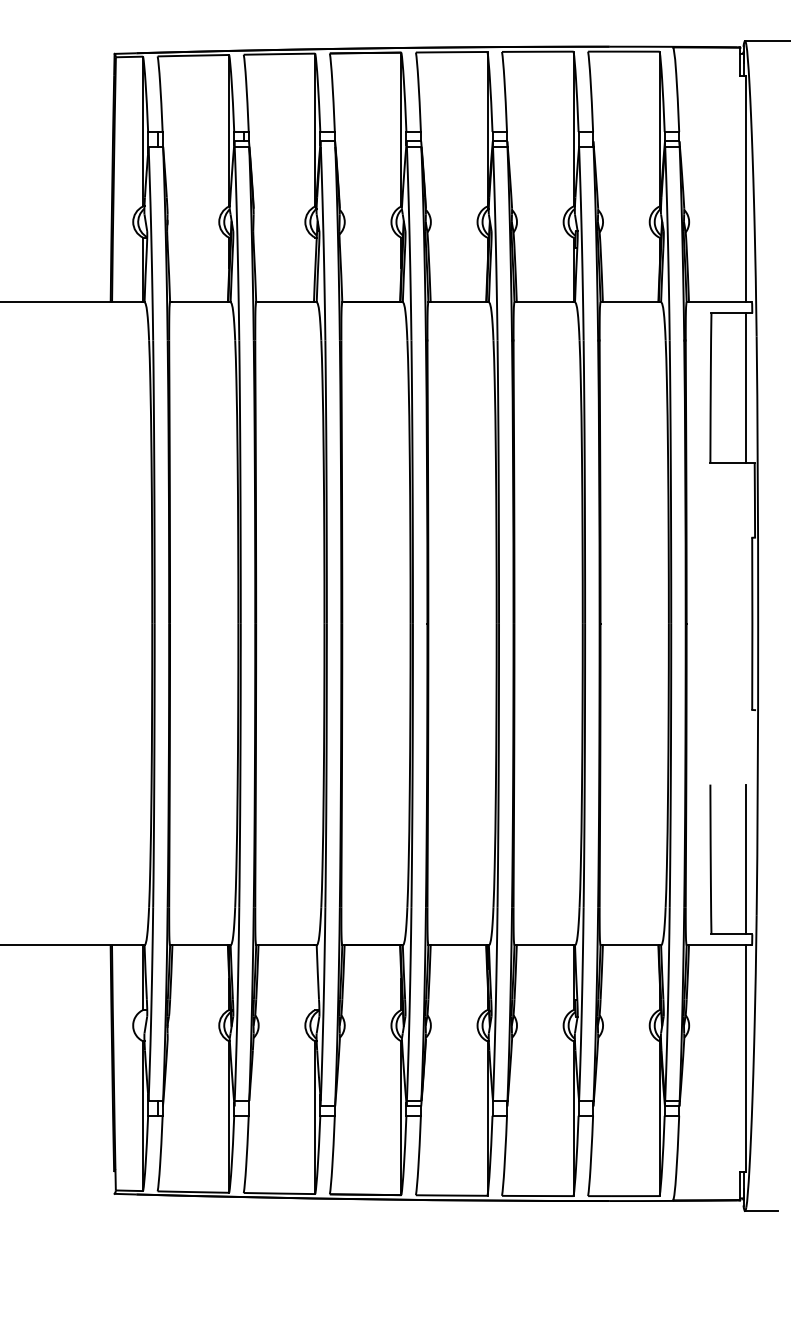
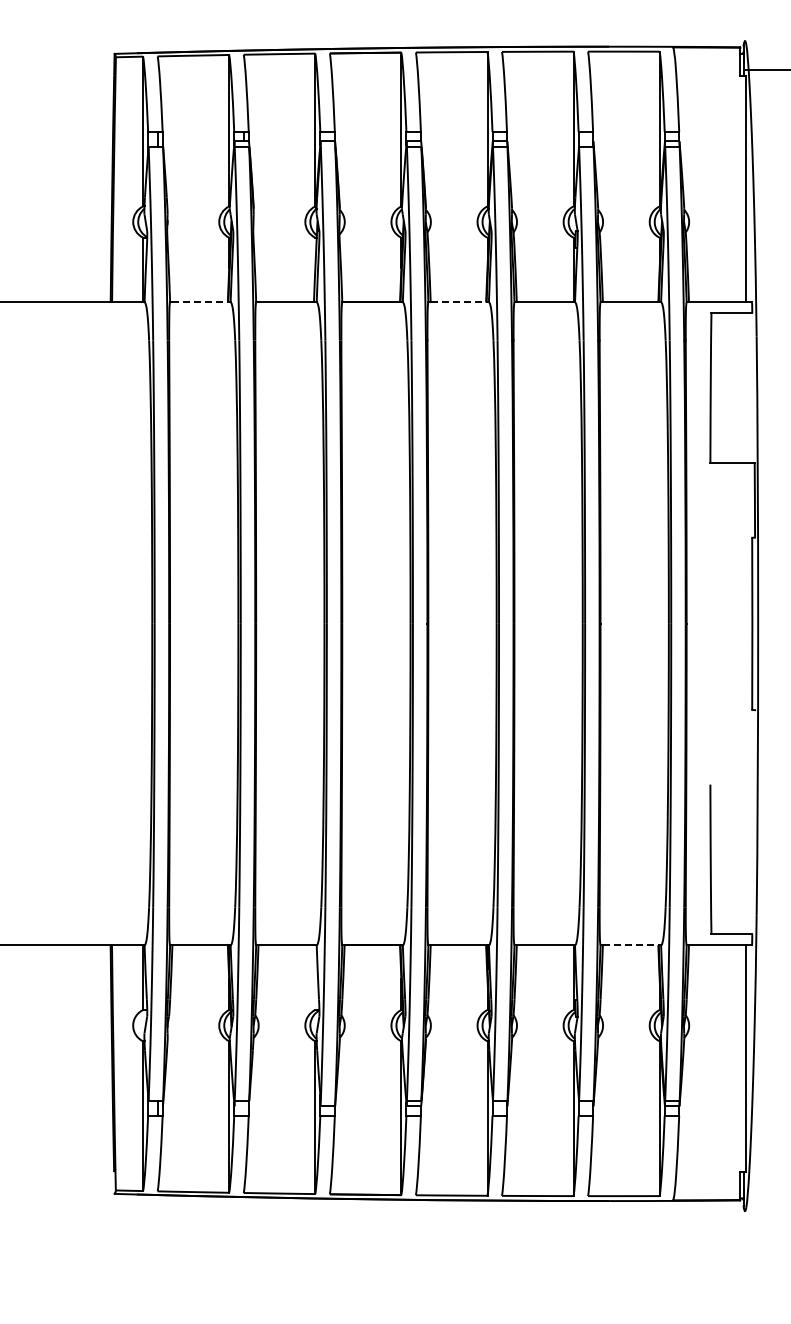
line at (766, 41) position: (766, 41) -> (766, 70)
line at (200, 302): solid -> dashed
line at (458, 302): solid -> dashed
line at (745, 388): present -> none
line at (745, 859): present -> none
line at (630, 945): solid -> dashed
line at (761, 1211): present -> none
